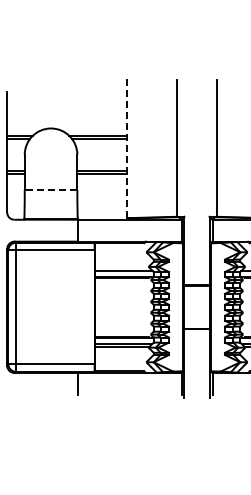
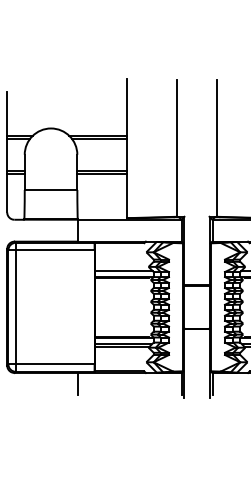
line at (126, 148): dashed -> solid
line at (50, 190): dashed -> solid
